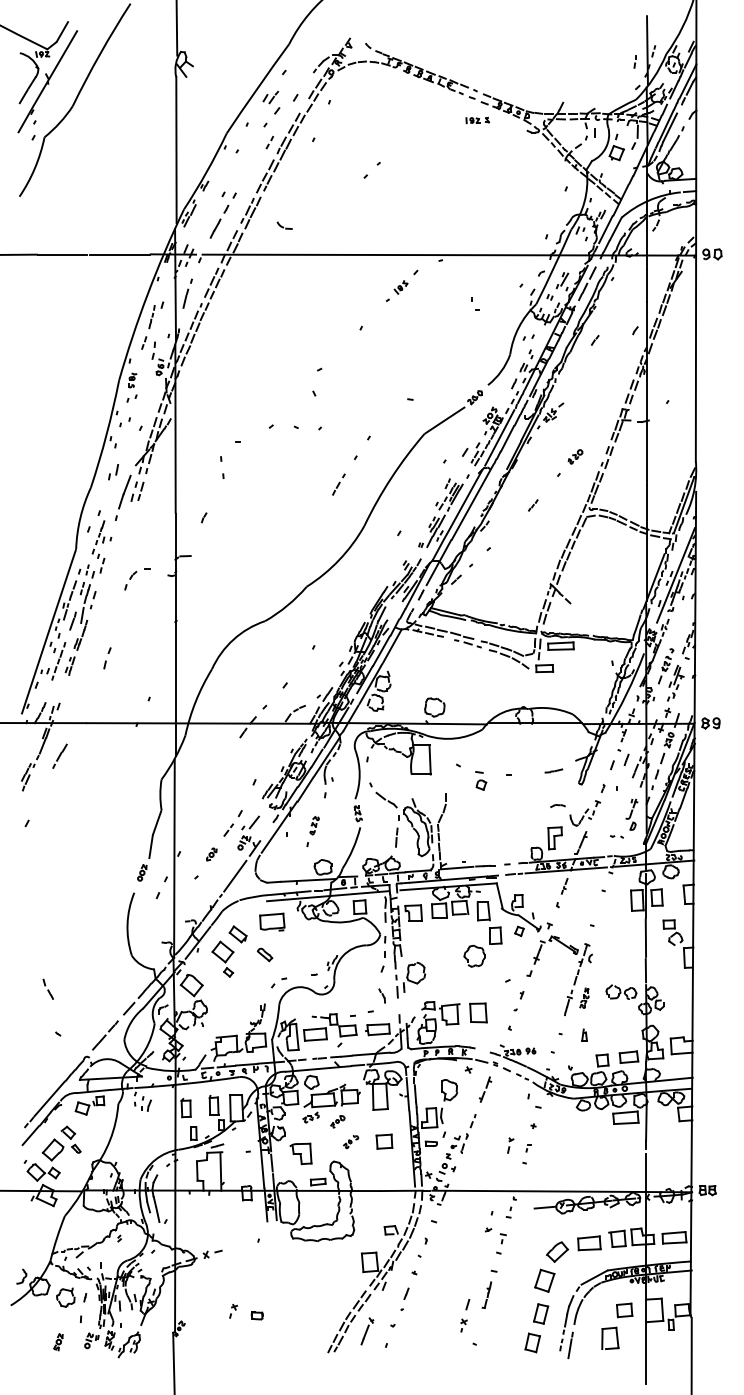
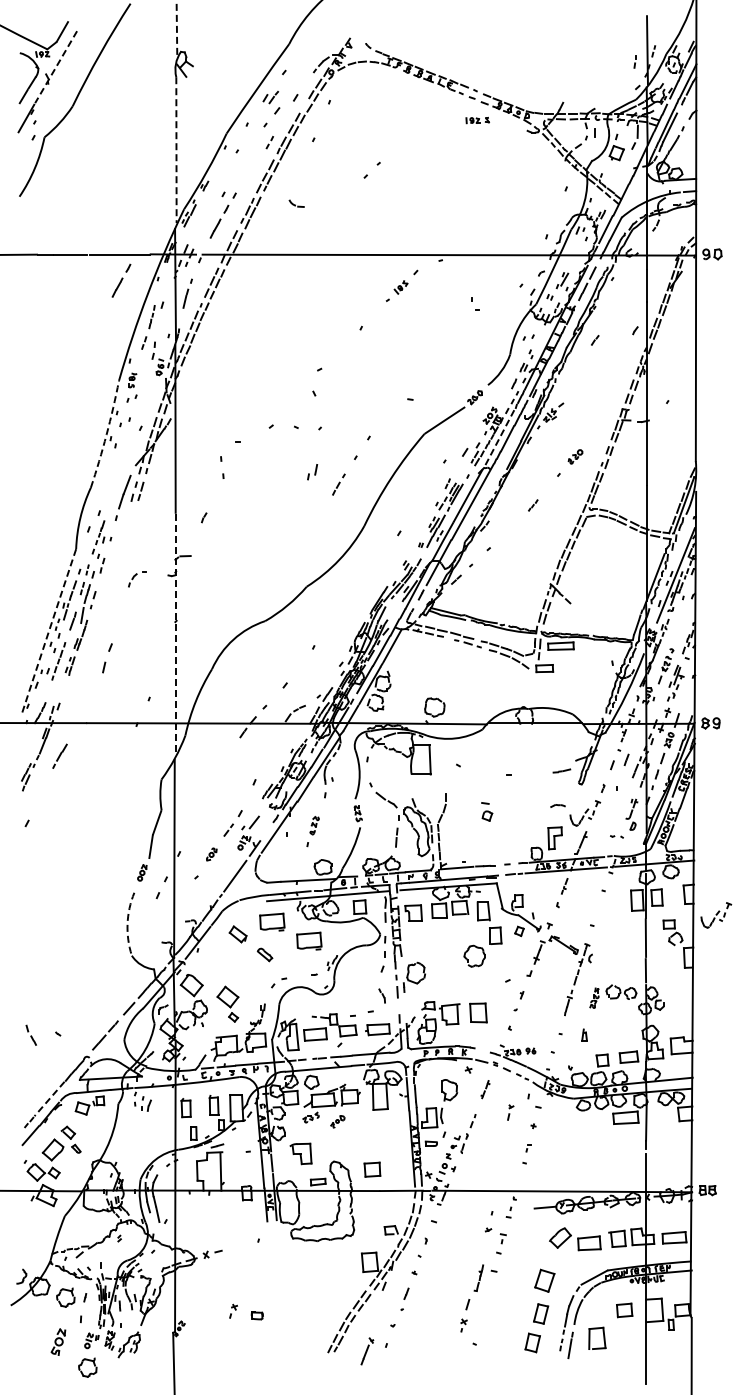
line at (176, 28): solid -> dashed
line at (56, 67): solid -> dashed
line at (176, 150): solid -> dashed
part at (284, 225) position: (284, 225) -> (296, 203)
part at (121, 280): none -> present
arc at (106, 434): solid -> dashed
line at (499, 438): solid -> dashed
part at (113, 472) position: (113, 472) -> (312, 472)
part at (137, 579) size: 27x23 px -> 19x17 px
arc at (48, 631): solid -> dashed
line at (175, 634): solid -> dashed
part at (107, 658) size: 9x23 px -> 11x31 px
line at (553, 770) position: (553, 770) -> (561, 770)
part at (481, 780) position: (481, 780) -> (487, 811)
part at (716, 915): none -> present
arc at (127, 924): solid -> dashed
part at (309, 940): none -> present
part at (222, 958) position: (222, 958) -> (227, 1003)
part at (47, 988) position: (47, 988) -> (30, 1034)
part at (584, 997) position: (584, 997) -> (594, 997)
part at (485, 1089) size: 15x27 px -> 11x20 px
line at (49, 1099): solid -> dashed
part at (351, 1141): present -> none
part at (384, 1141) position: (384, 1141) -> (372, 1169)
part at (510, 1145) position: (510, 1145) -> (510, 1112)
part at (557, 1251) position: (557, 1251) -> (560, 1237)
part at (486, 1294) position: (486, 1294) -> (478, 1277)
part at (367, 1331) position: (367, 1331) -> (367, 1351)
part at (610, 1337) position: (610, 1337) -> (597, 1337)
part at (58, 1342) size: 11x19 px -> 17x28 px
part at (87, 1367): none -> present
